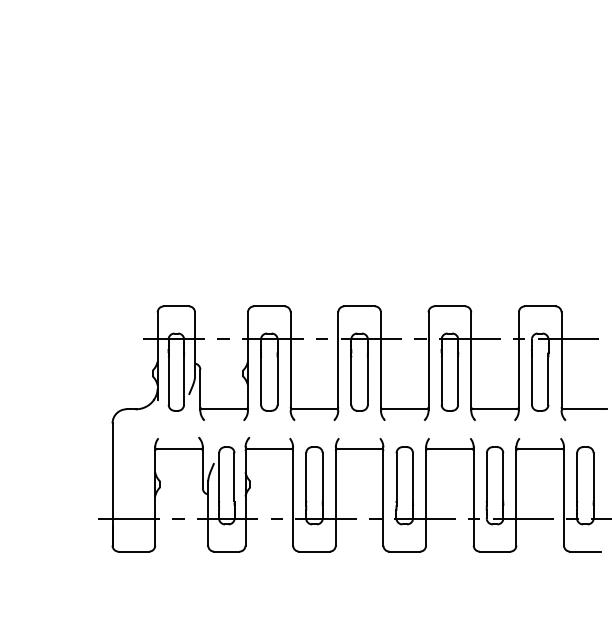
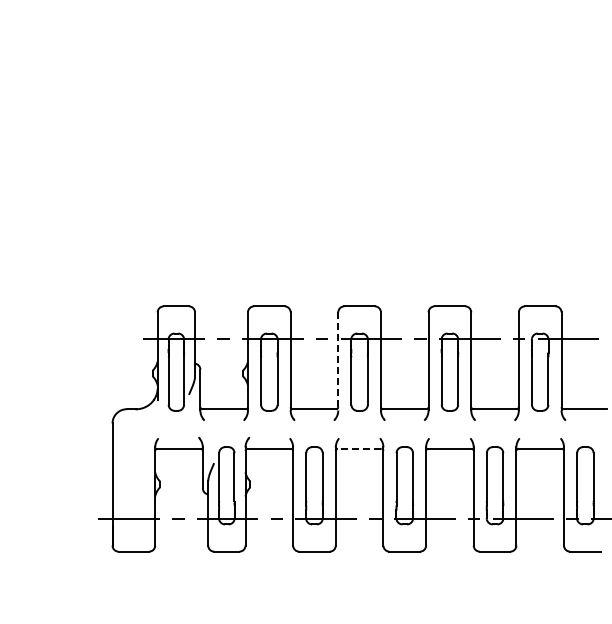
line at (338, 361): solid -> dashed
line at (359, 448): solid -> dashed
